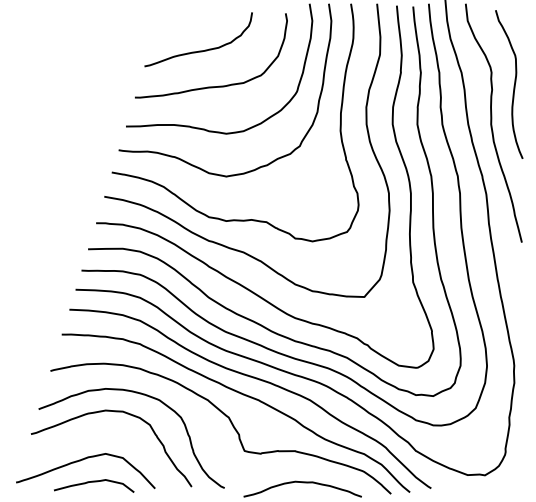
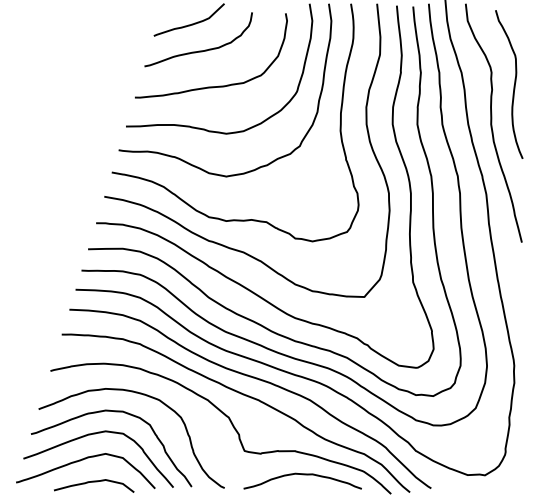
curve at (191, 23): none -> present
curve at (95, 434): none -> present
curve at (302, 483) position: (302, 483) -> (302, 475)
